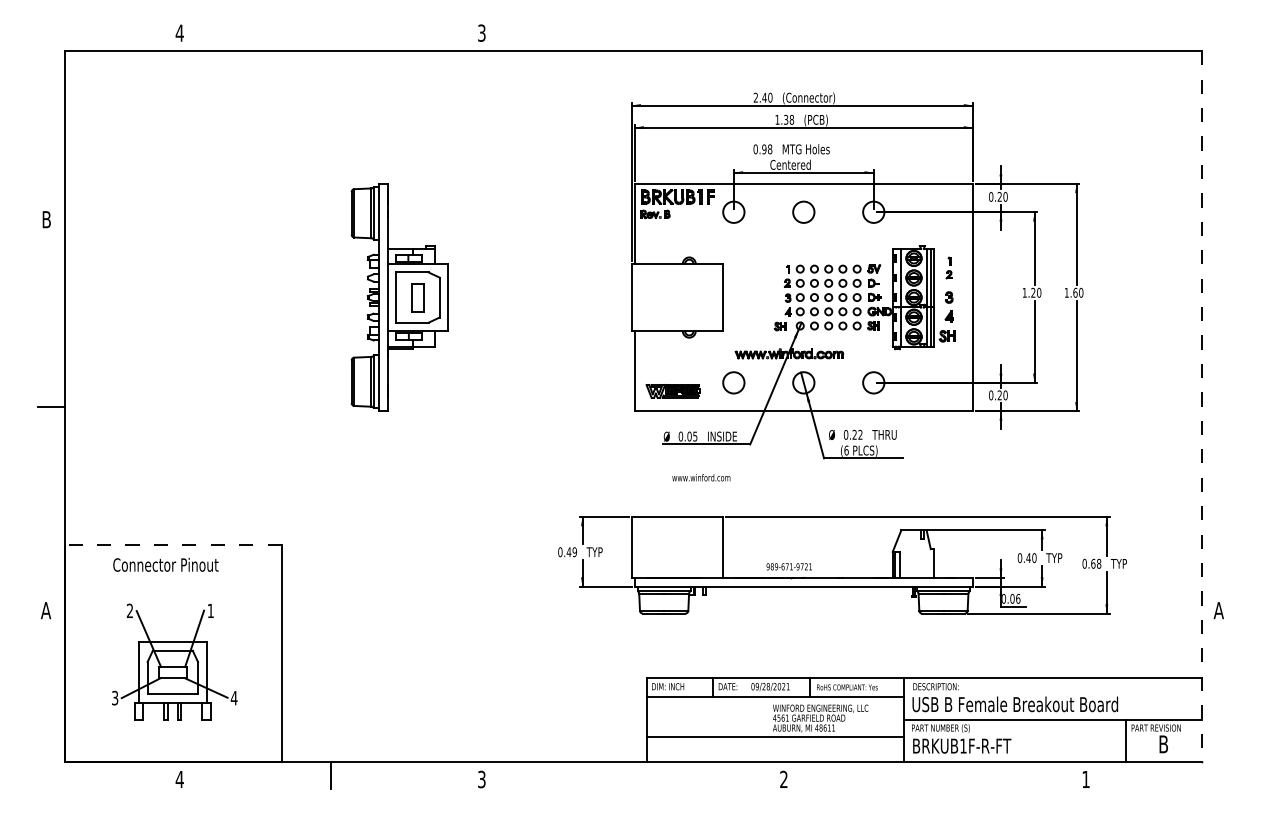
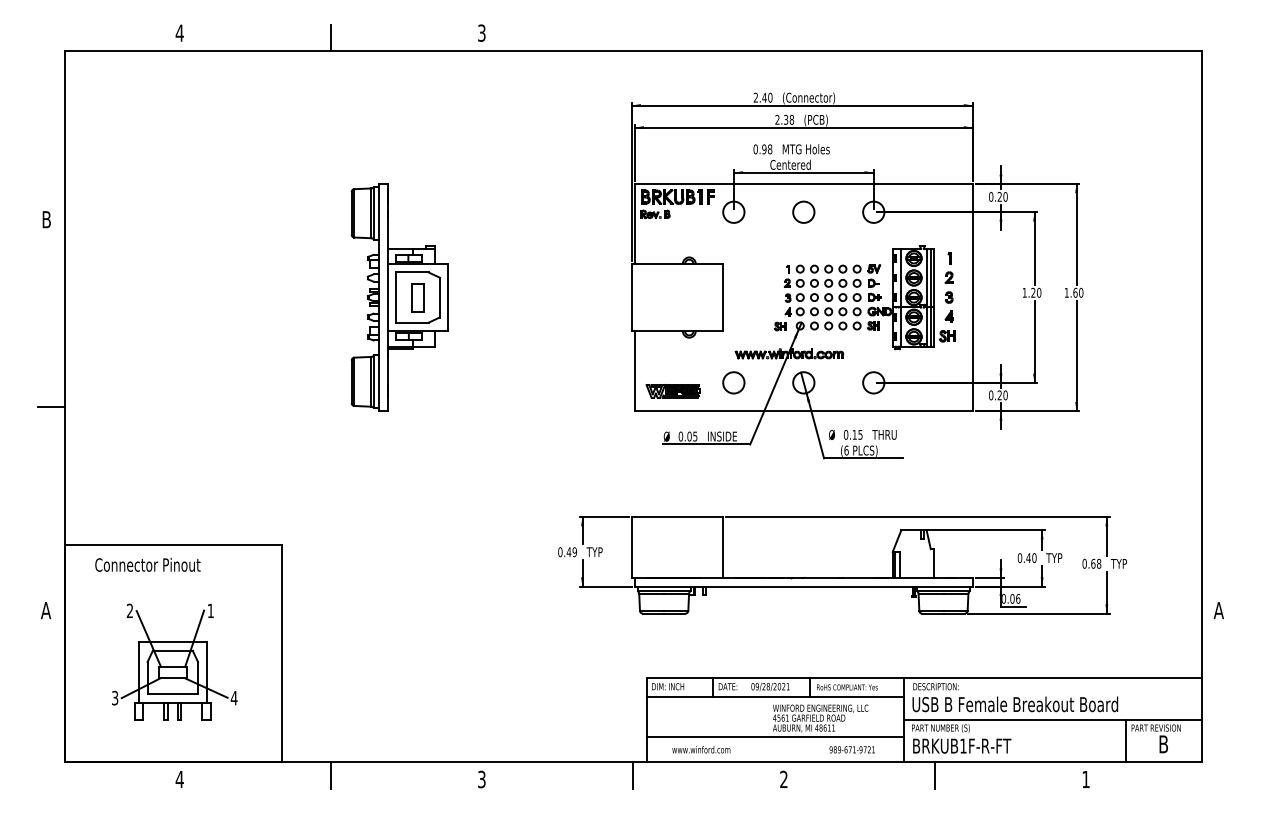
line at (331, 37): none -> present
text at (777, 119): 1.38 -> 2.38
part at (948, 267) size: 8x24 px -> 10x32 px
line at (1201, 407): dashed -> solid
text at (857, 434): 0.22 -> 0.15
text at (701, 477) position: (701, 477) -> (701, 749)
line at (173, 544): dashed -> solid
text at (165, 564) position: (165, 564) -> (147, 564)
text at (788, 566) position: (788, 566) -> (851, 749)
line at (633, 774): none -> present
line at (935, 774): none -> present
